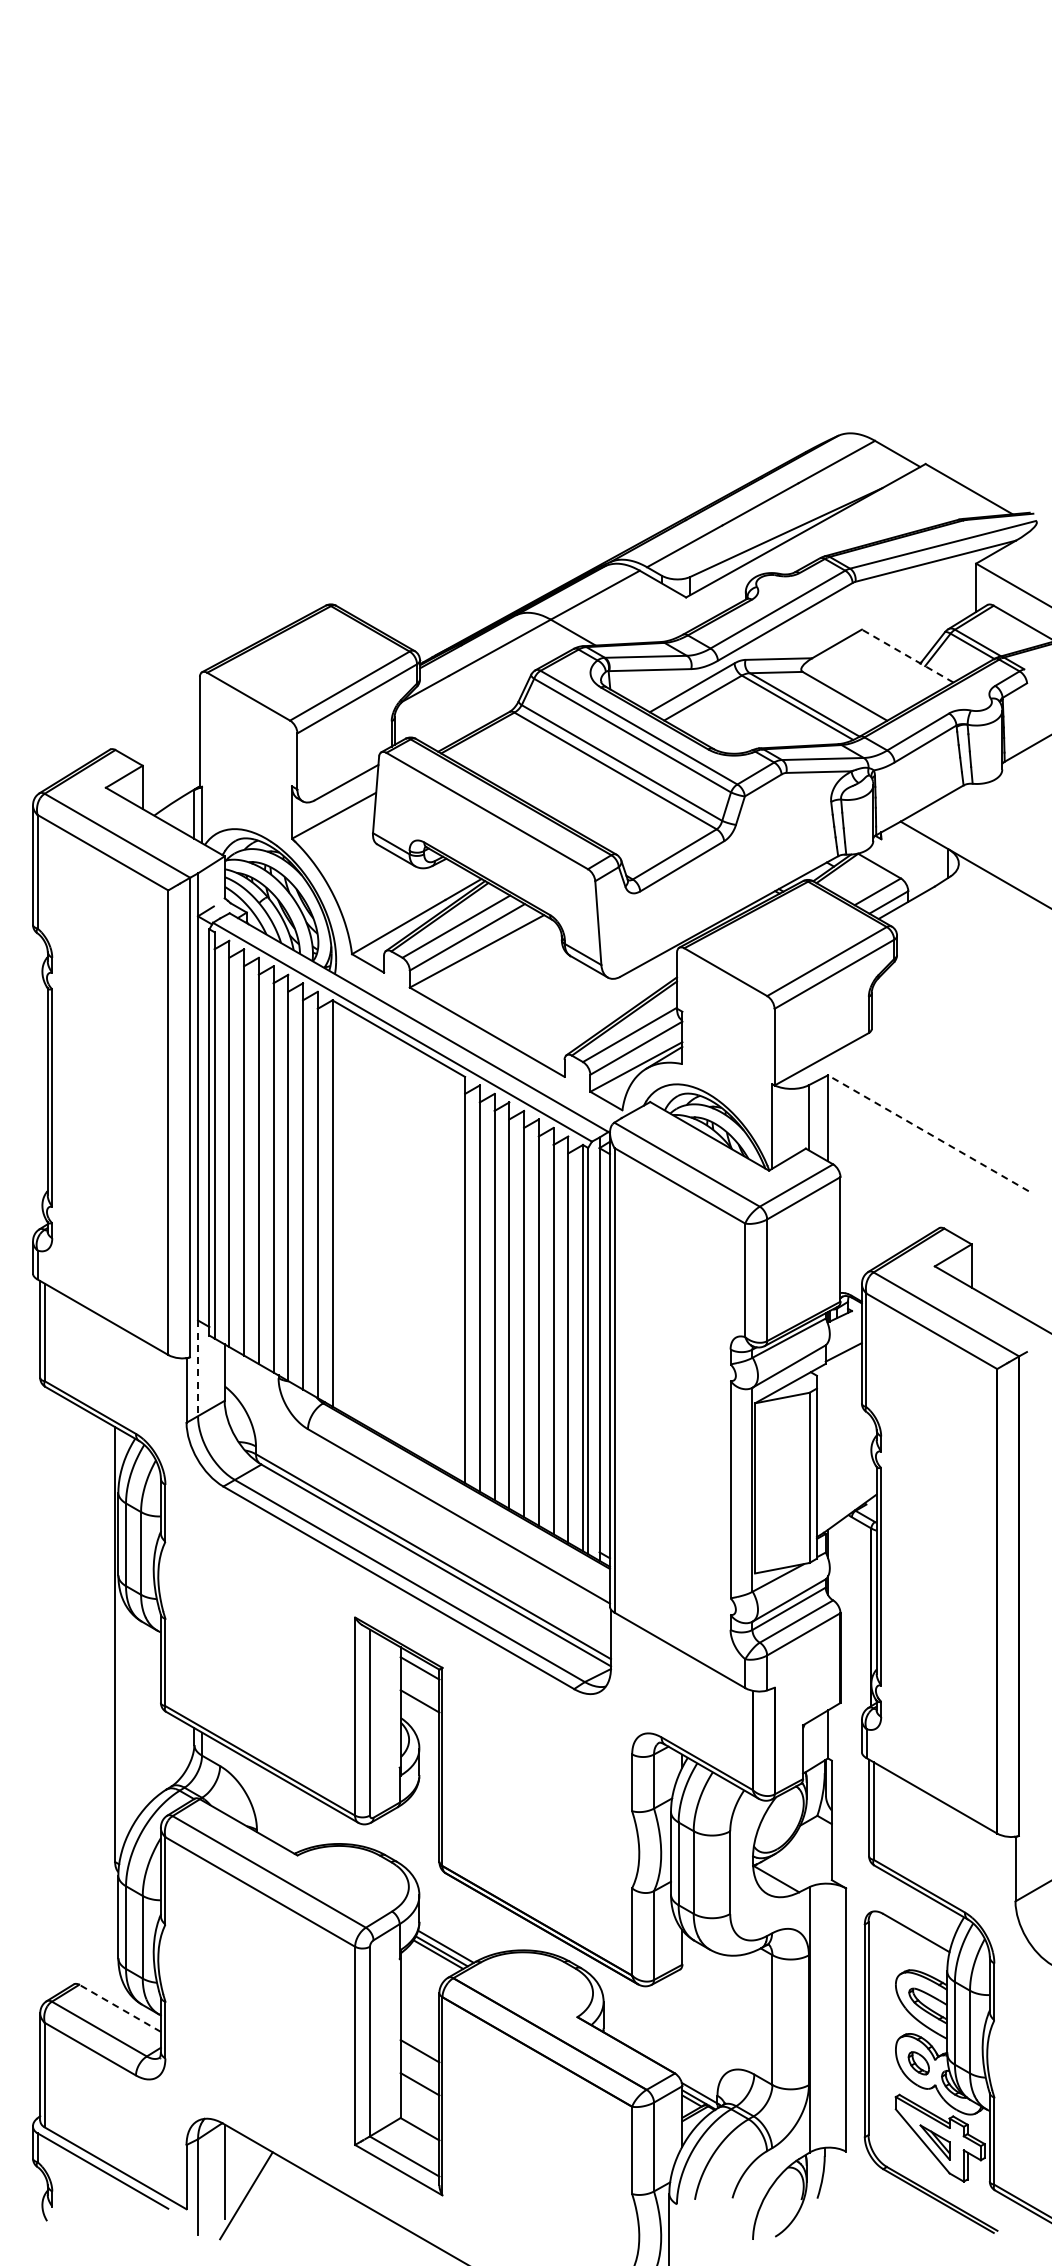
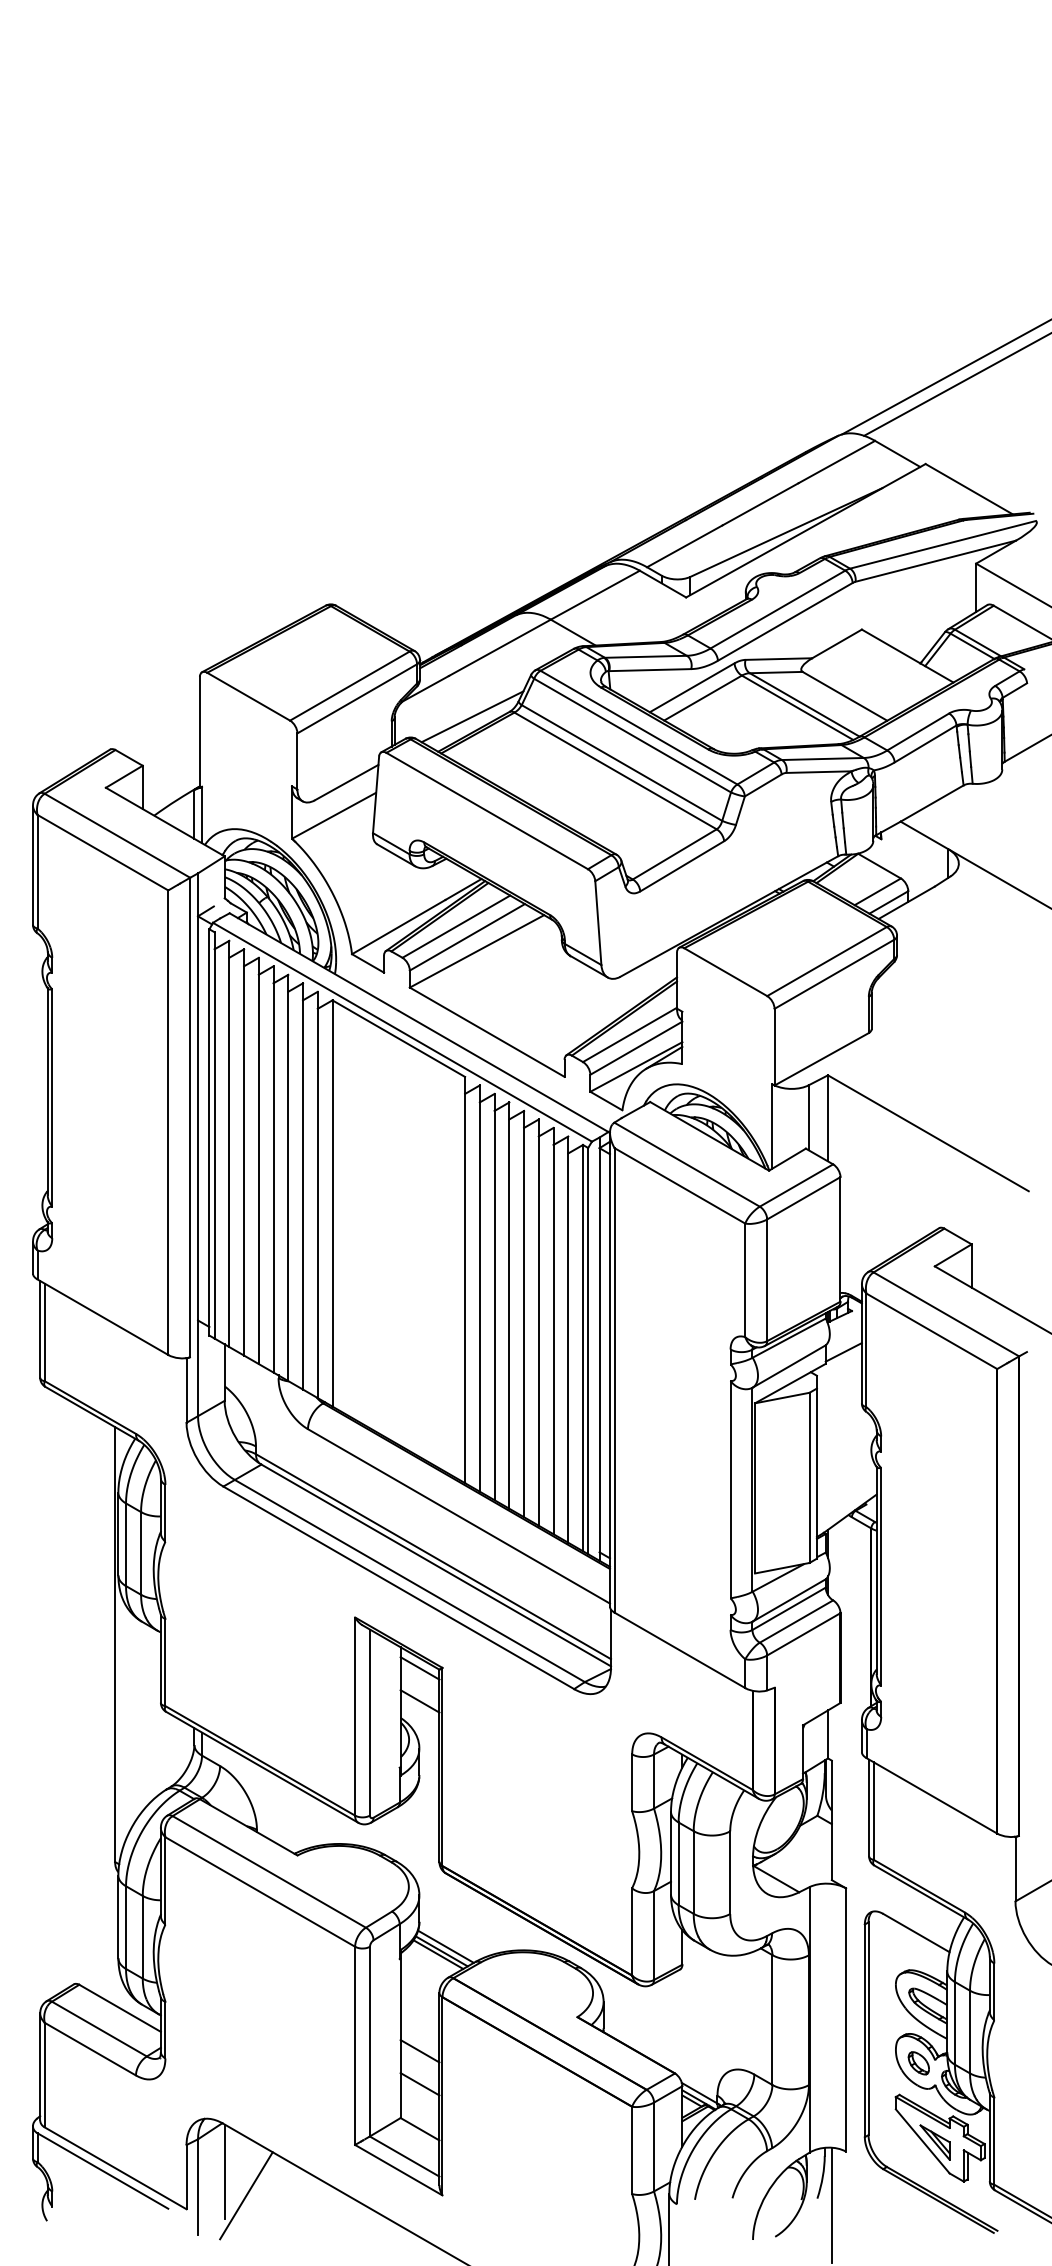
line at (945, 377): none -> present
line at (956, 384): none -> present
line at (907, 656): dashed -> solid
line at (472, 716): none -> present
line at (928, 1133): dashed -> solid
line at (198, 1368): dashed -> solid
line at (119, 2008): dashed -> solid
line at (831, 2204): none -> present
